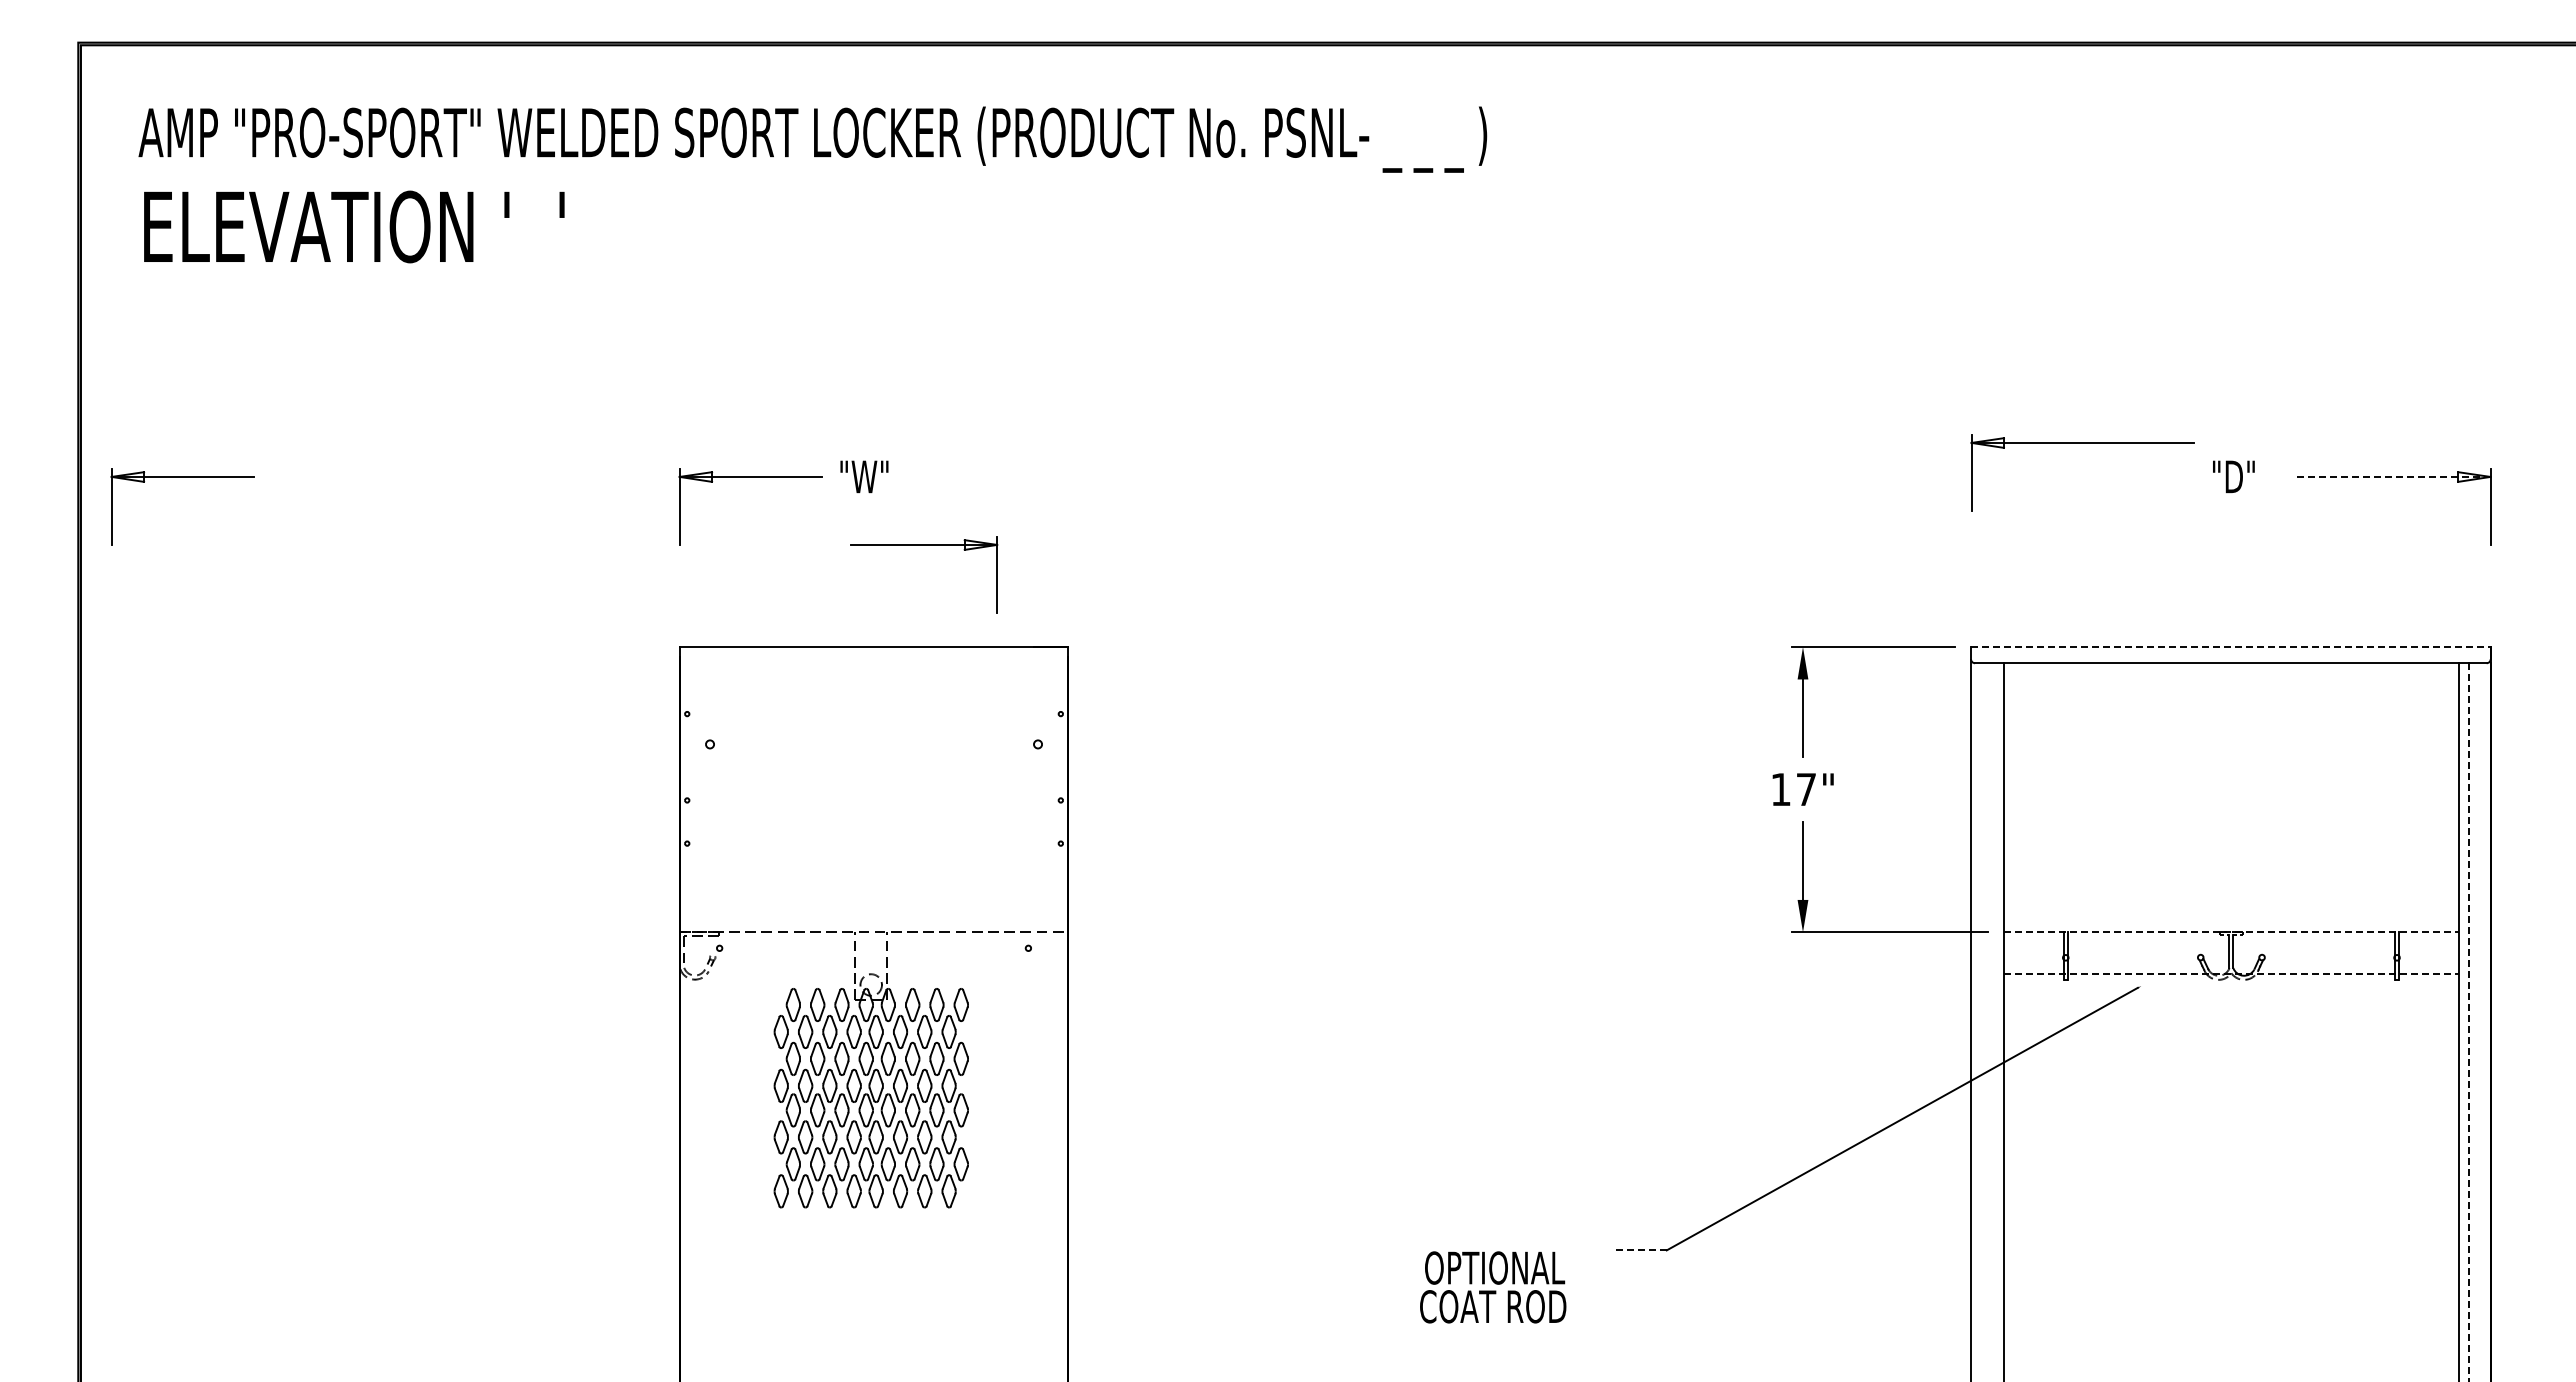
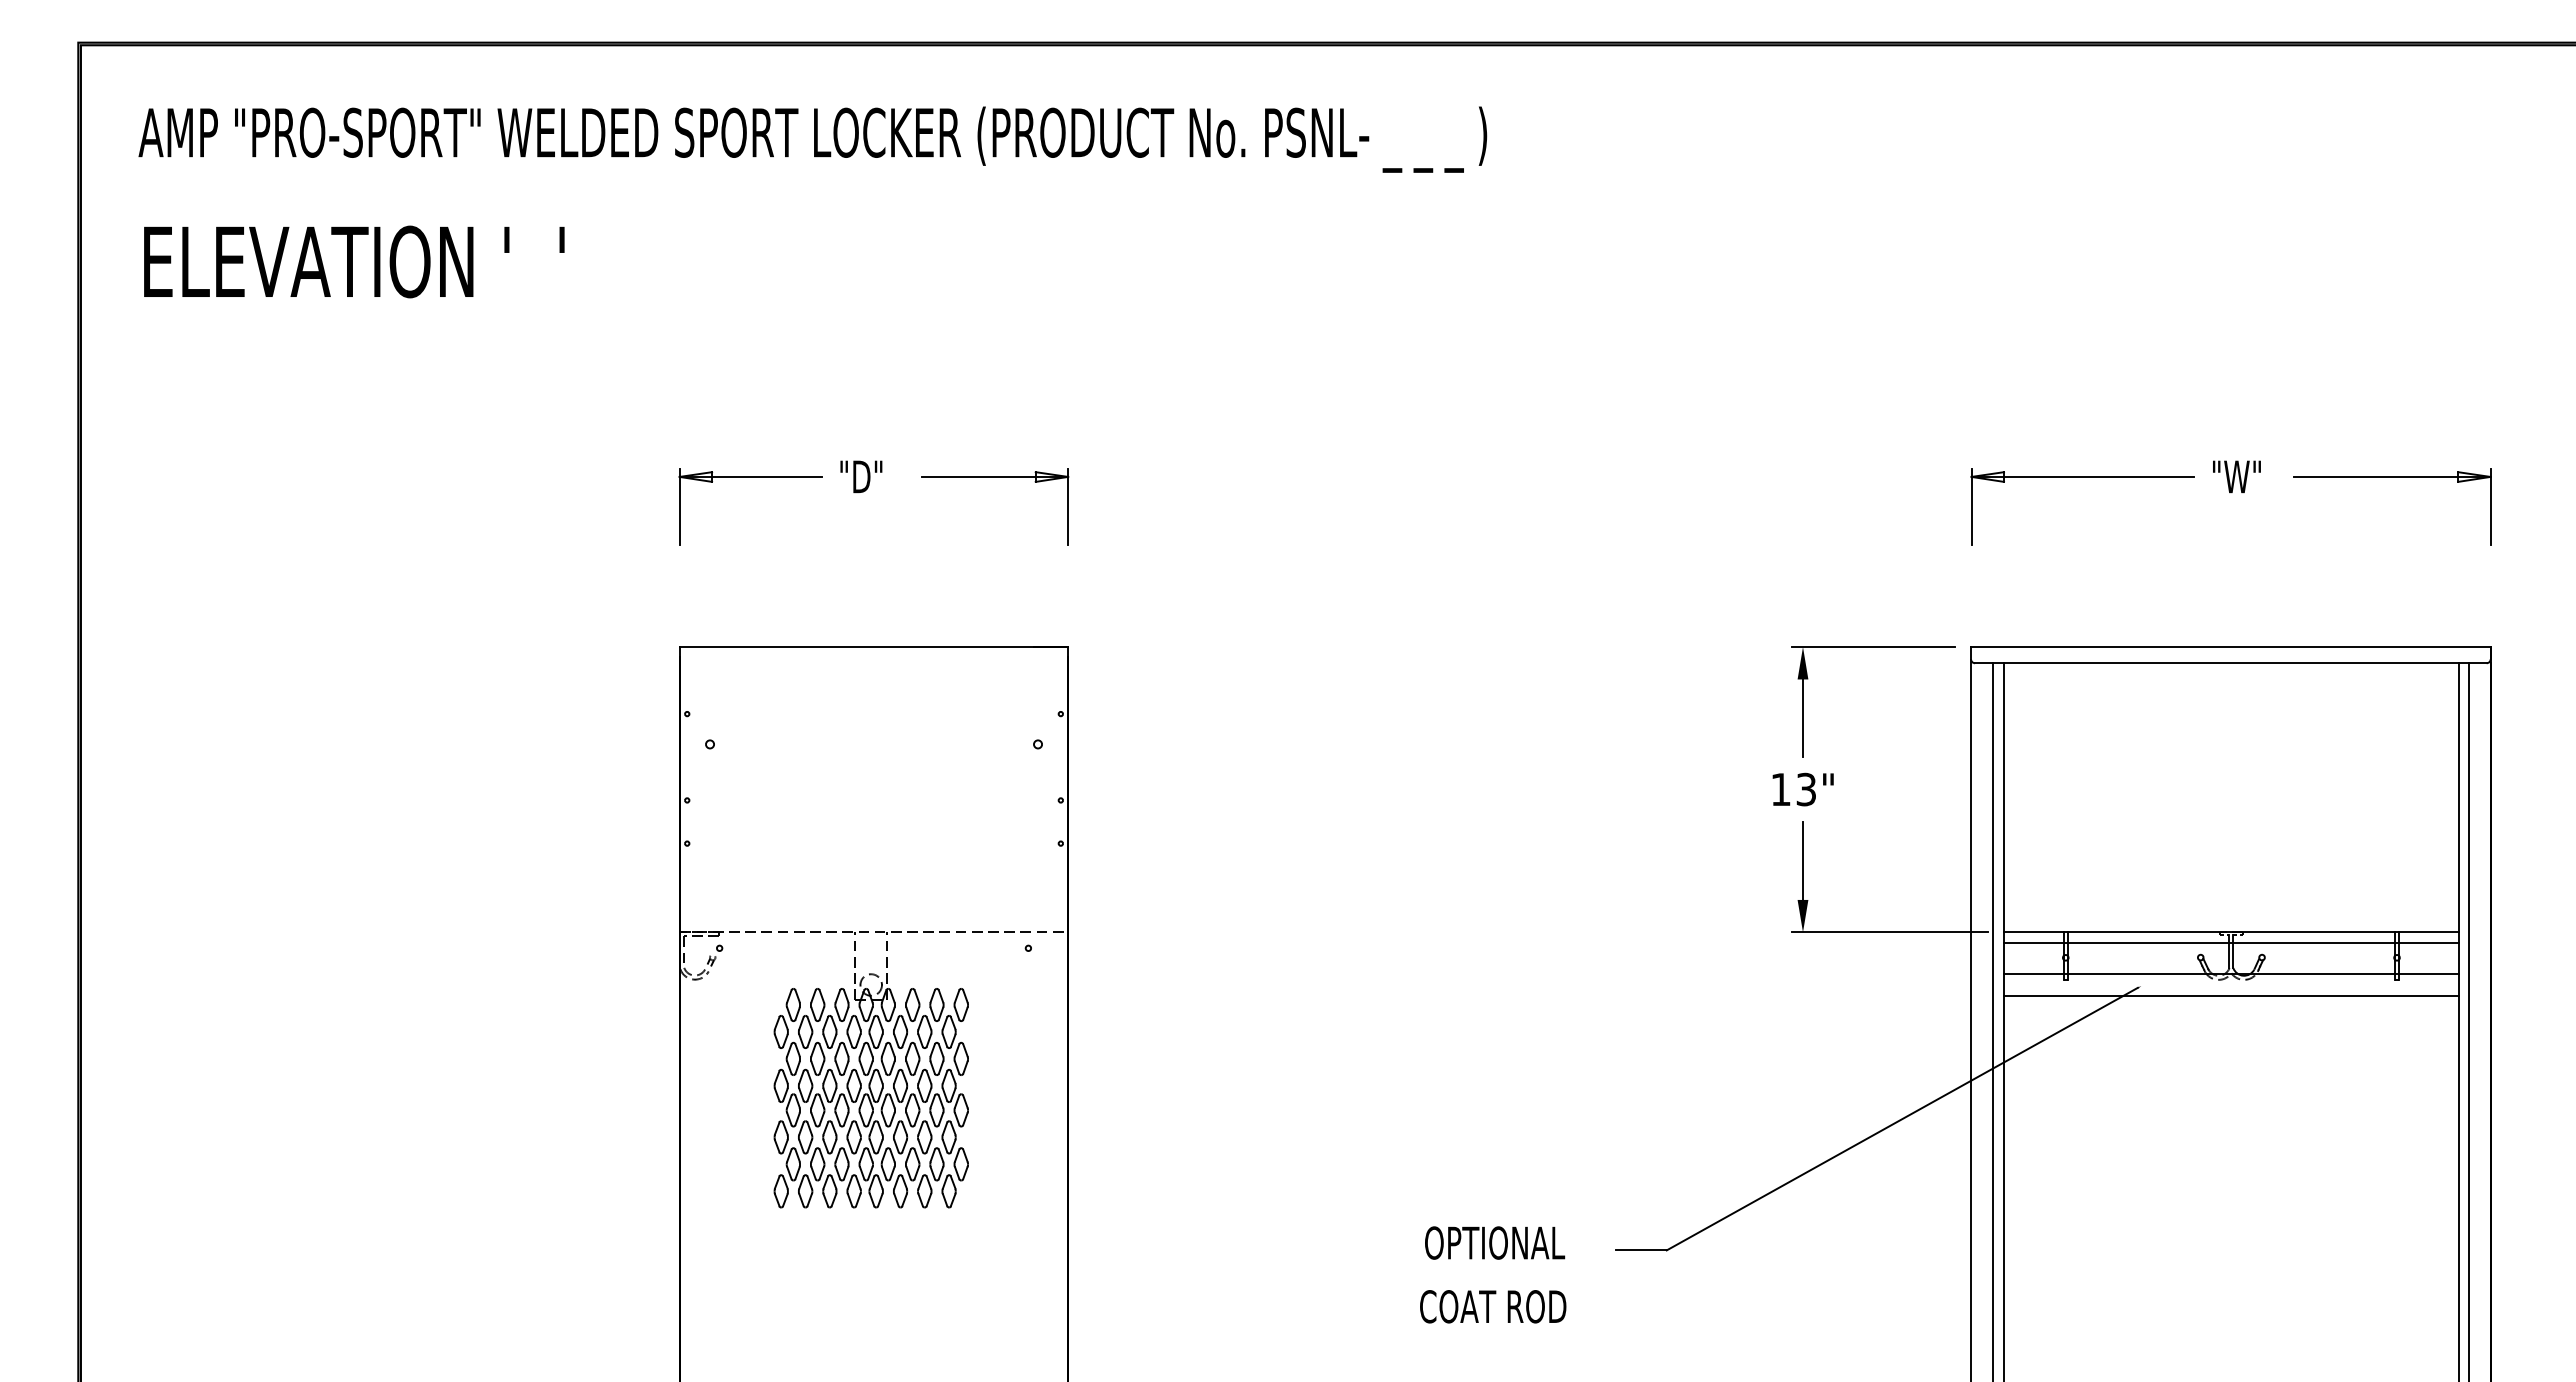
text at (354, 226) position: (354, 226) -> (354, 261)
part at (2082, 443) position: (2082, 443) -> (2082, 477)
text at (869, 476): "W" -> "D"
text at (2242, 476): "D" -> "W"
line at (2391, 476): dashed -> solid
part at (182, 477): present -> none
part at (924, 545) position: (924, 545) -> (995, 477)
line at (2230, 647): dashed -> solid
text at (1805, 789): 17" -> 13"
line at (2231, 932): dashed -> solid
line at (2231, 943): none -> present
line at (2231, 974): dashed -> solid
line at (2231, 995): none -> present
line at (1993, 1020): none -> present
line at (2469, 1022): dashed -> solid
line at (1640, 1250): dashed -> solid
text at (1495, 1267) position: (1495, 1267) -> (1495, 1242)
